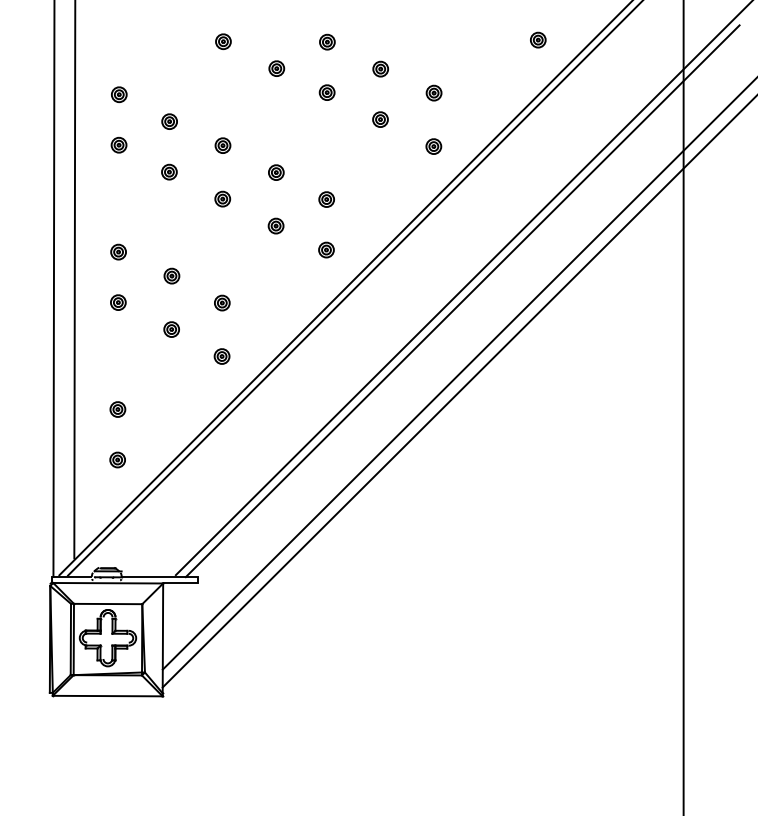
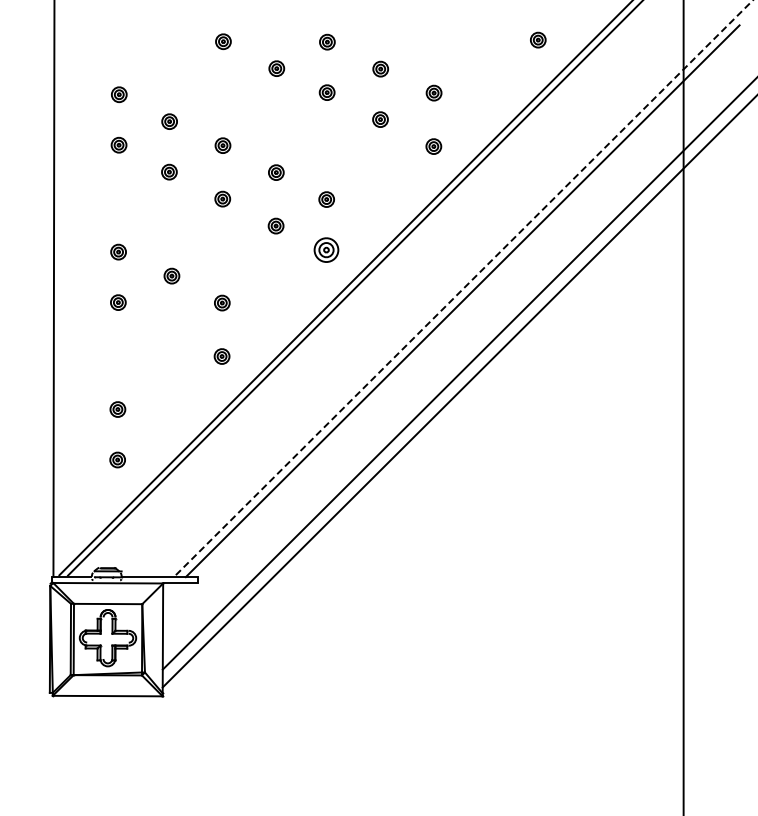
part at (326, 249) size: 17x18 px -> 27x26 px
line at (74, 280): present -> none
line at (464, 287): solid -> dashed
part at (171, 329): present -> none
